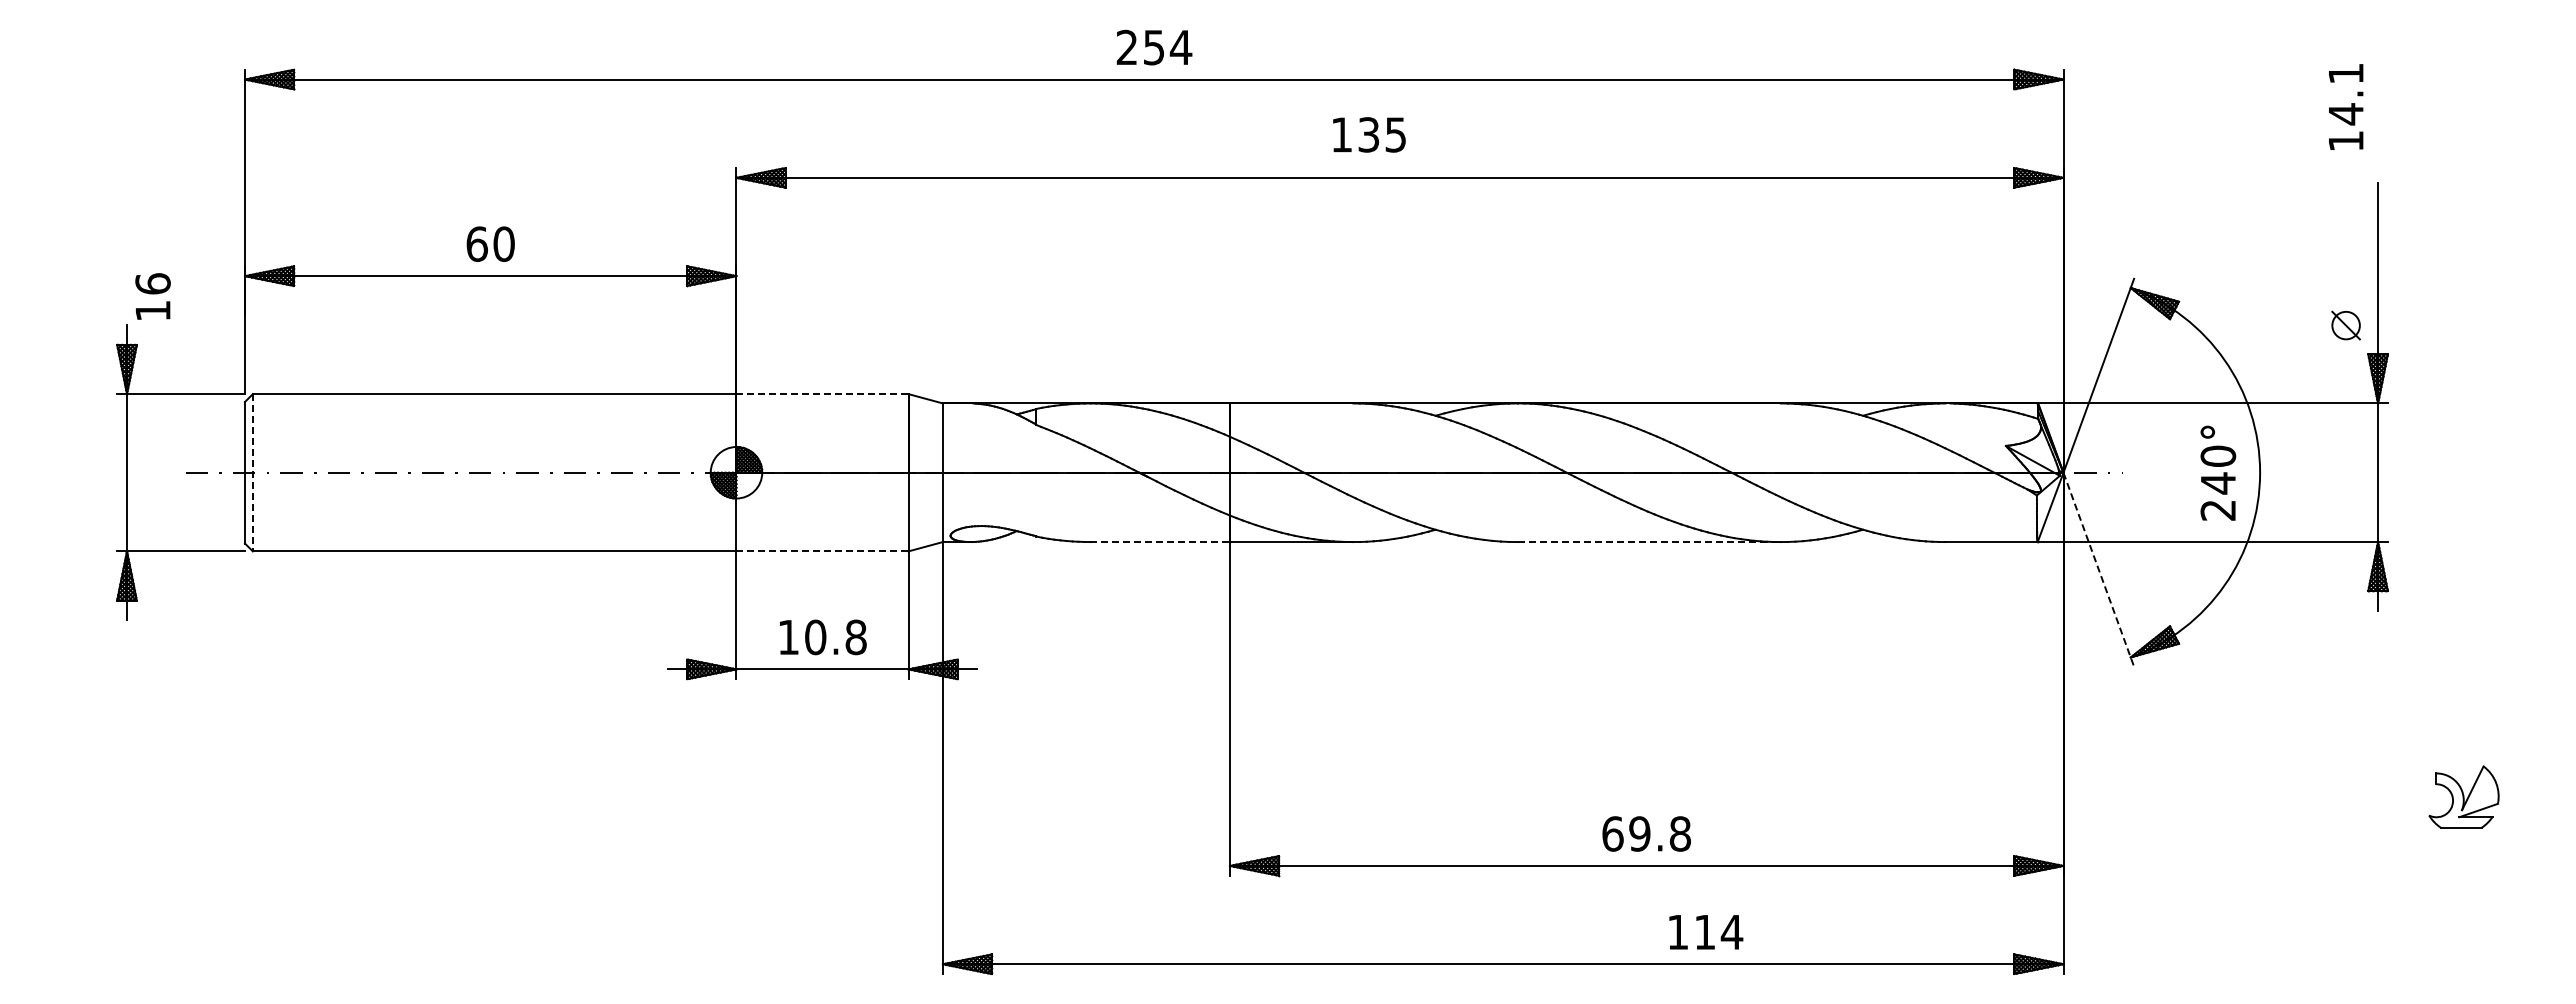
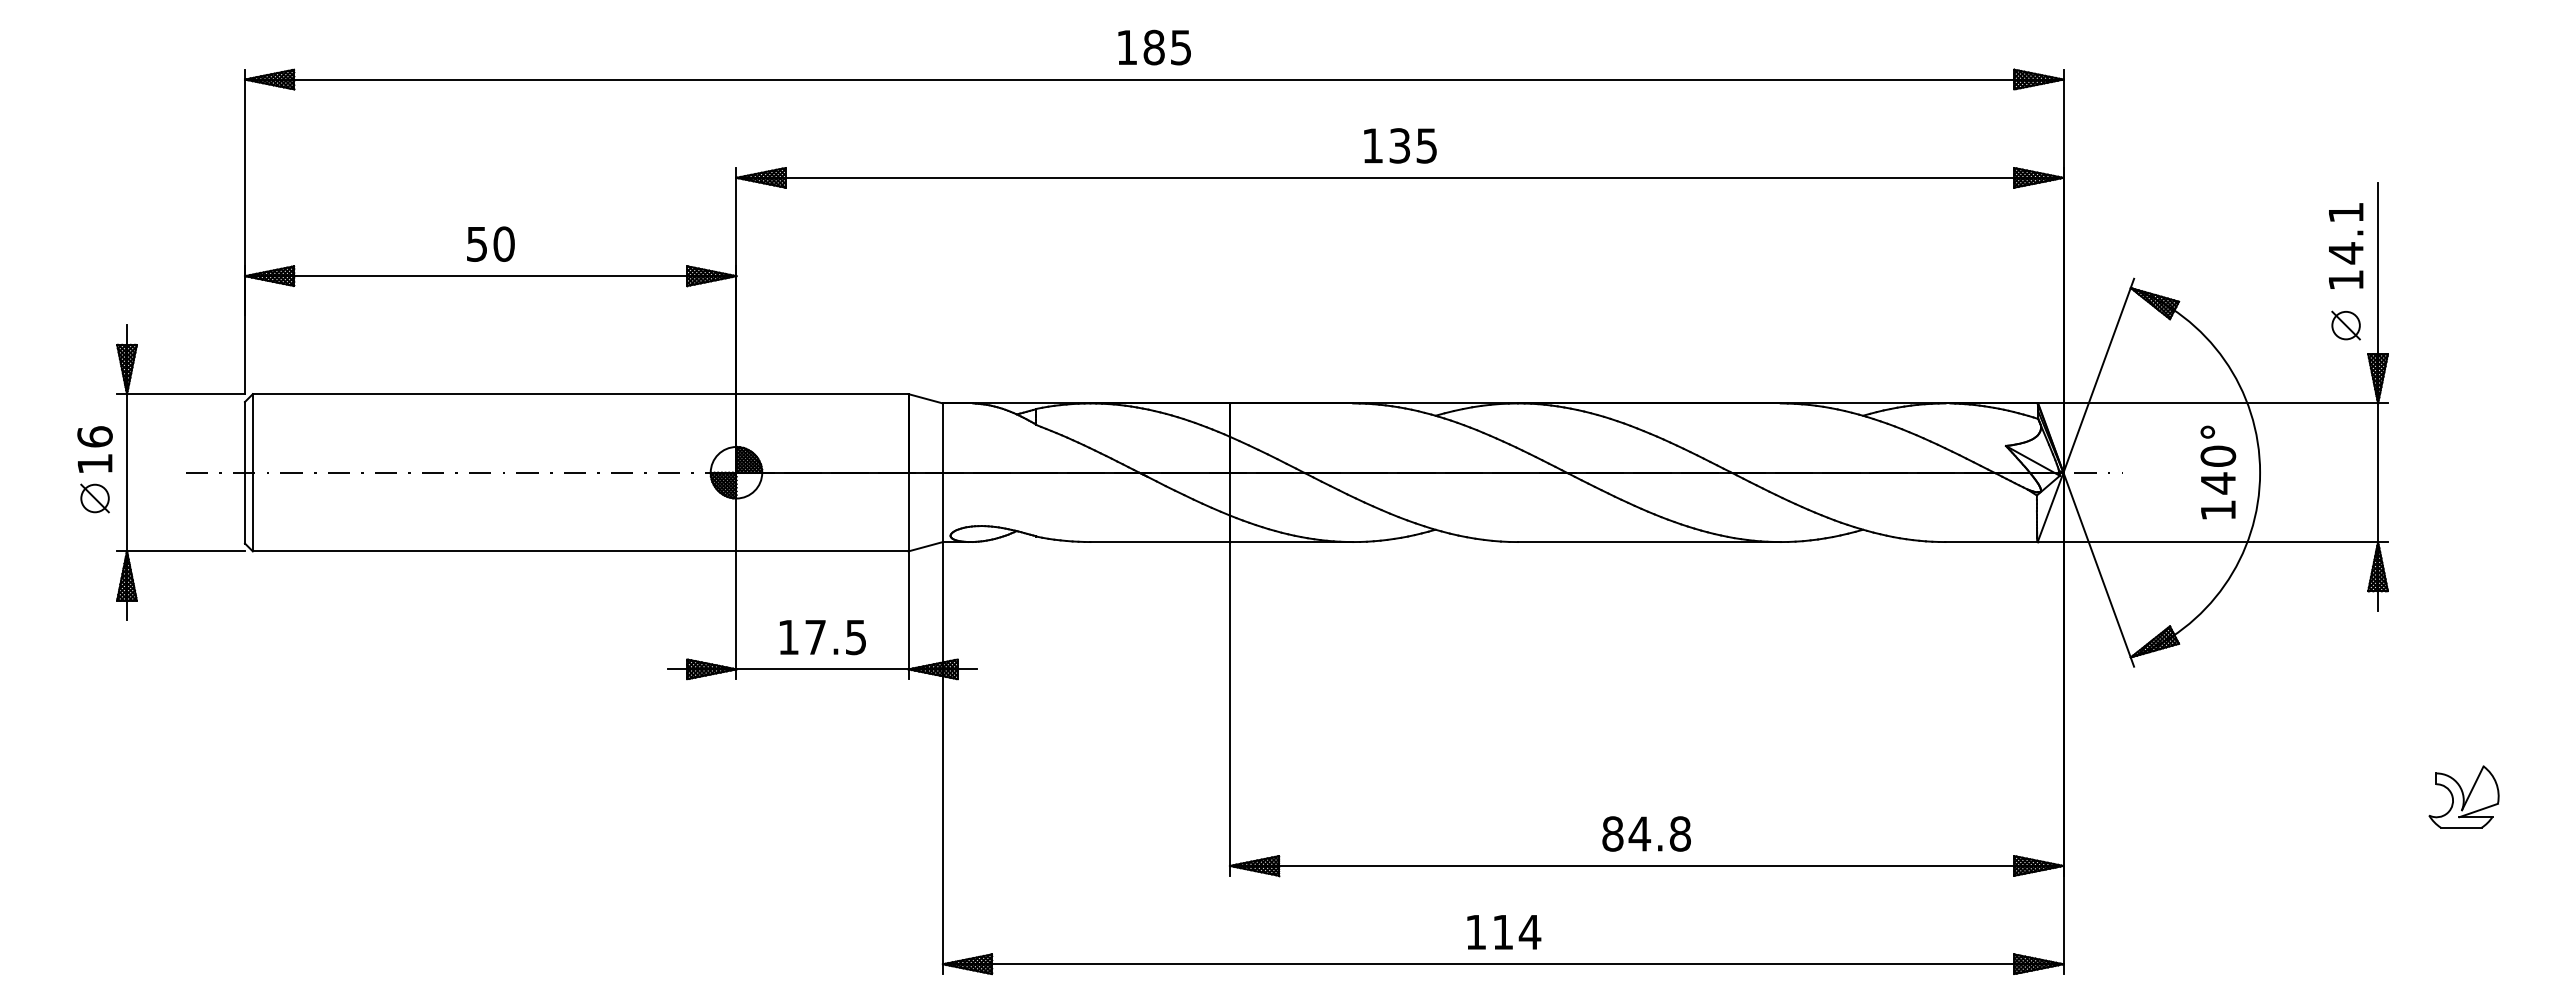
text at (1154, 47): 254 -> 185
text at (2346, 106) position: (2346, 106) -> (2346, 245)
text at (1369, 134) position: (1369, 134) -> (1400, 145)
text at (476, 243): 60 -> 50
text at (152, 296) position: (152, 296) -> (94, 449)
line at (822, 394): dashed -> solid
line at (252, 472): dashed -> solid
part at (94, 498): none -> present
text at (2217, 510): 240° -> 140°
line at (1160, 542): dashed -> solid
line at (1649, 542): dashed -> solid
line at (822, 551): dashed -> solid
line at (2098, 570): dashed -> solid
text at (835, 637): 10.8 -> 17.5
text at (1626, 833): 69.8 -> 84.8
text at (1706, 932) position: (1706, 932) -> (1504, 932)
